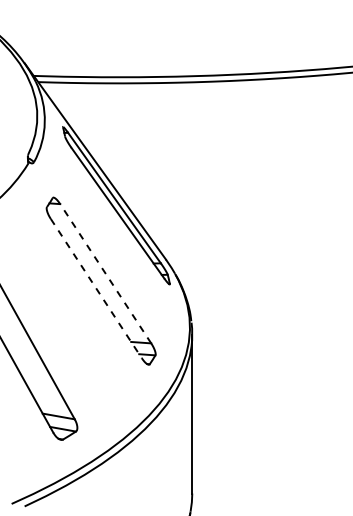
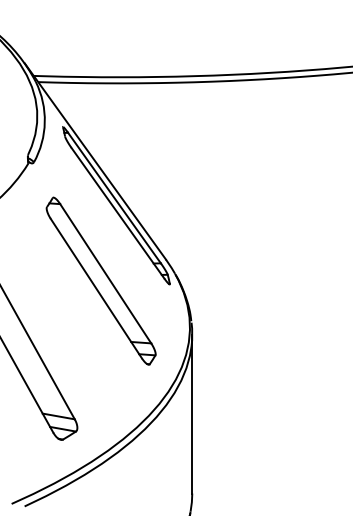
line at (105, 273): dashed -> solid
line at (96, 289): dashed -> solid
